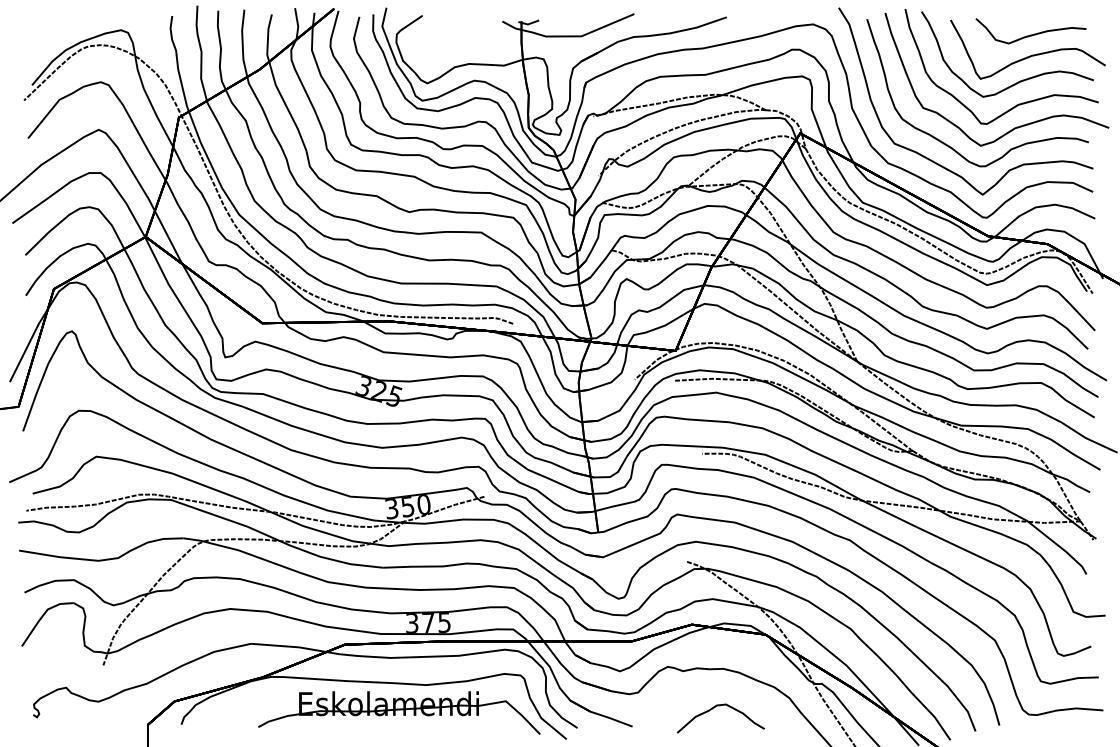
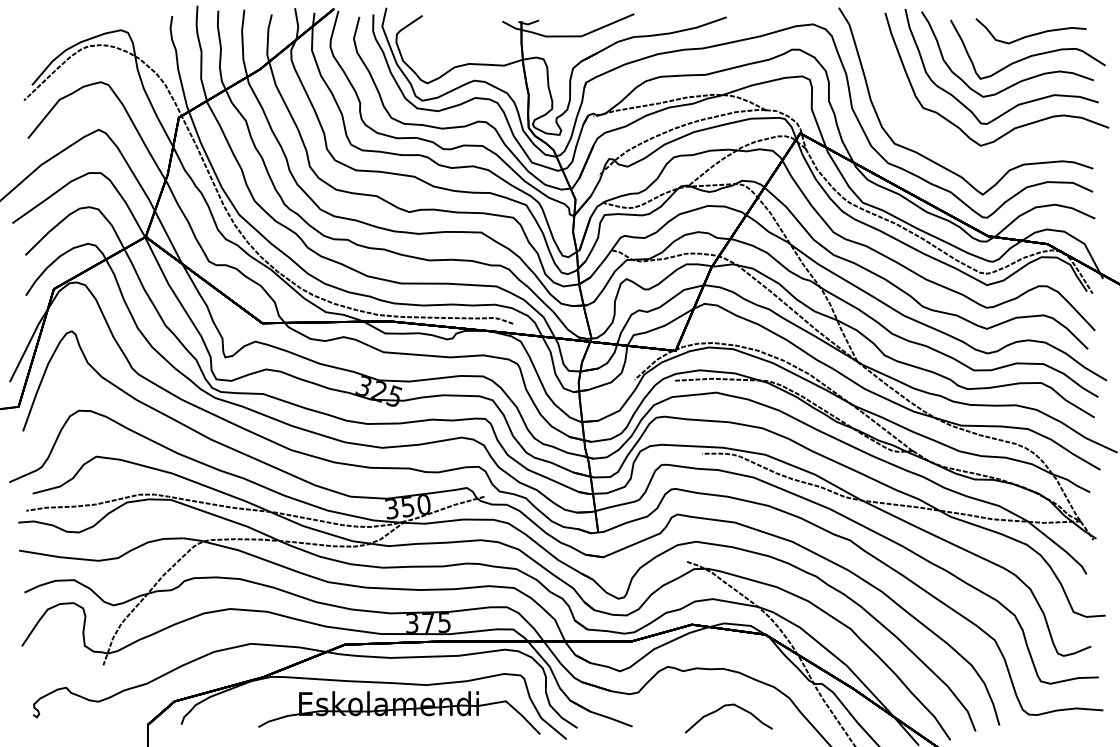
curve at (946, 143): present -> none
curve at (714, 708) position: (714, 708) -> (722, 708)
